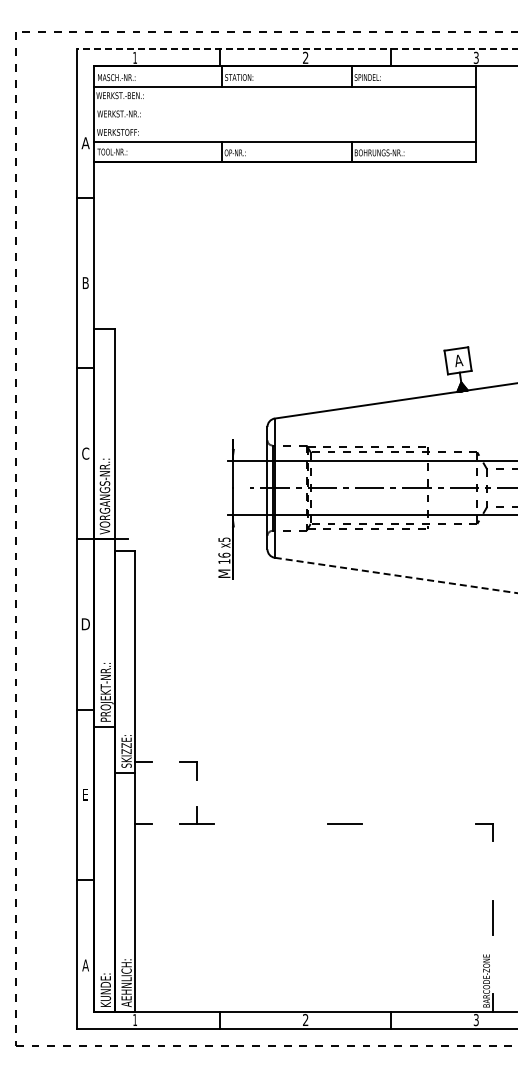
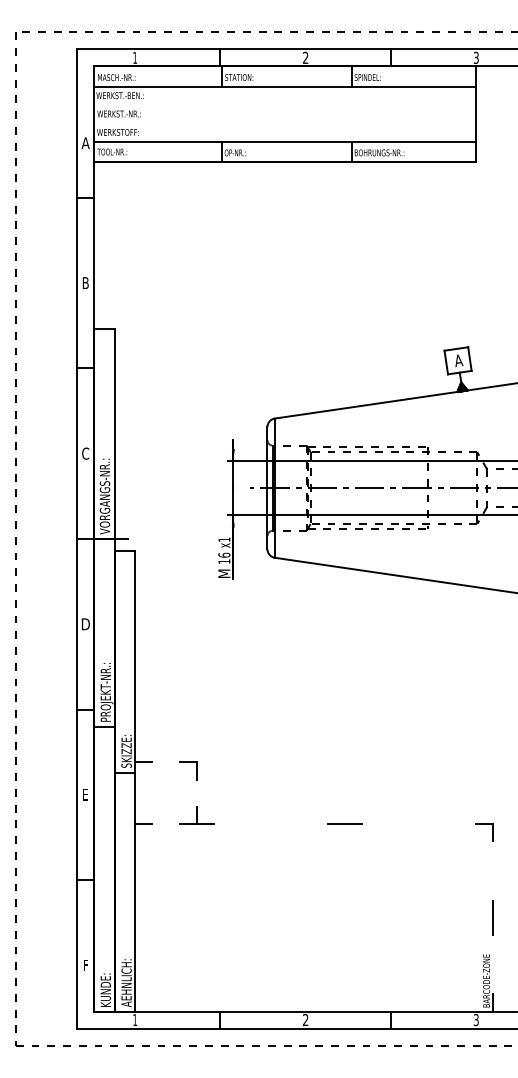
line at (297, 49): dashed -> solid
text at (224, 539): x5 -> x1
line at (396, 575): dashed -> solid
text at (85, 965): A -> F
